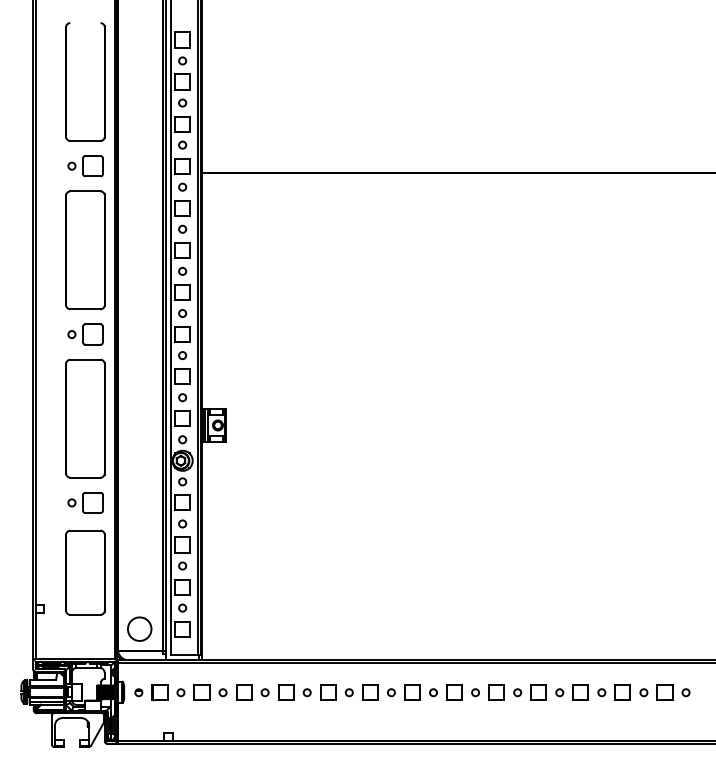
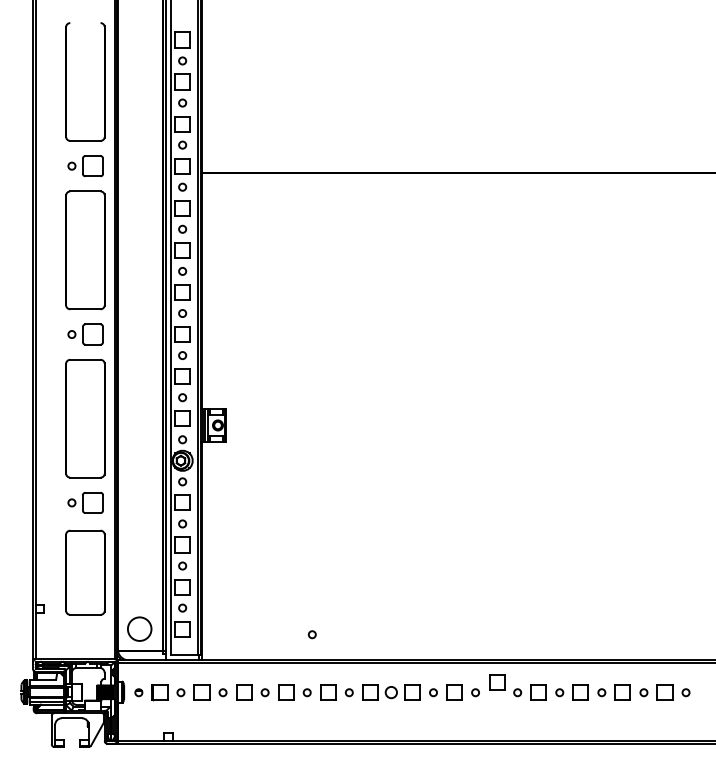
circle at (311, 634): none -> present
circle at (391, 692) size: 9x10 px -> 14x14 px
part at (496, 692) position: (496, 692) -> (497, 682)
